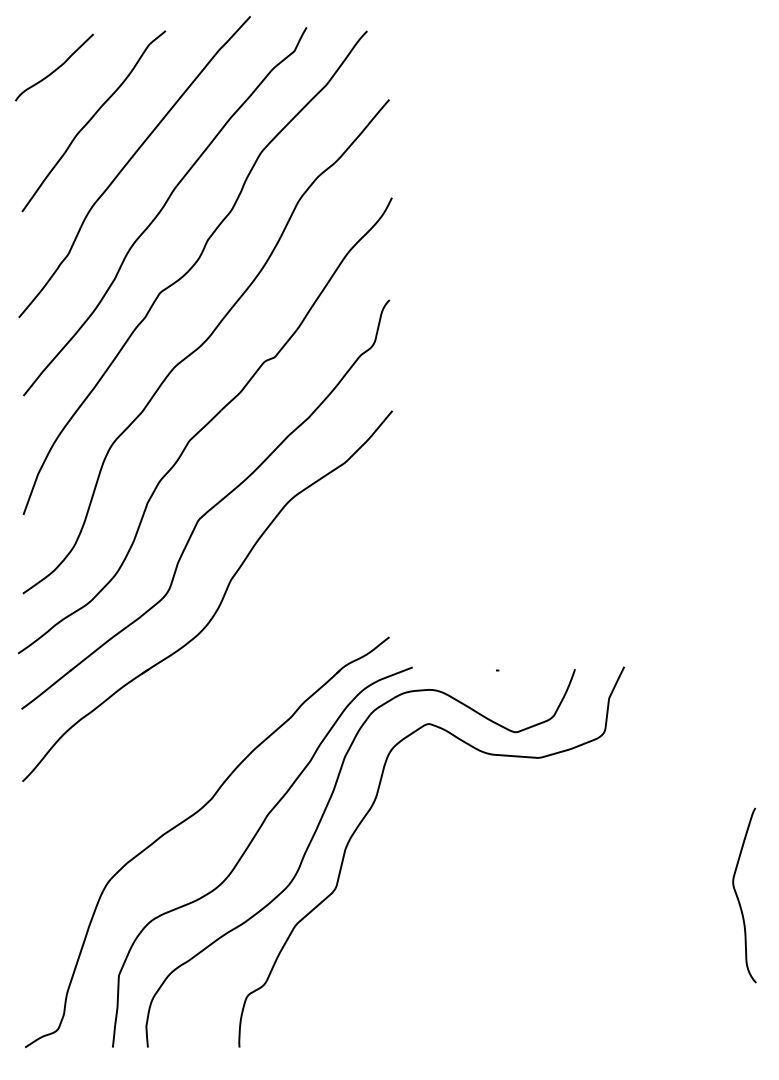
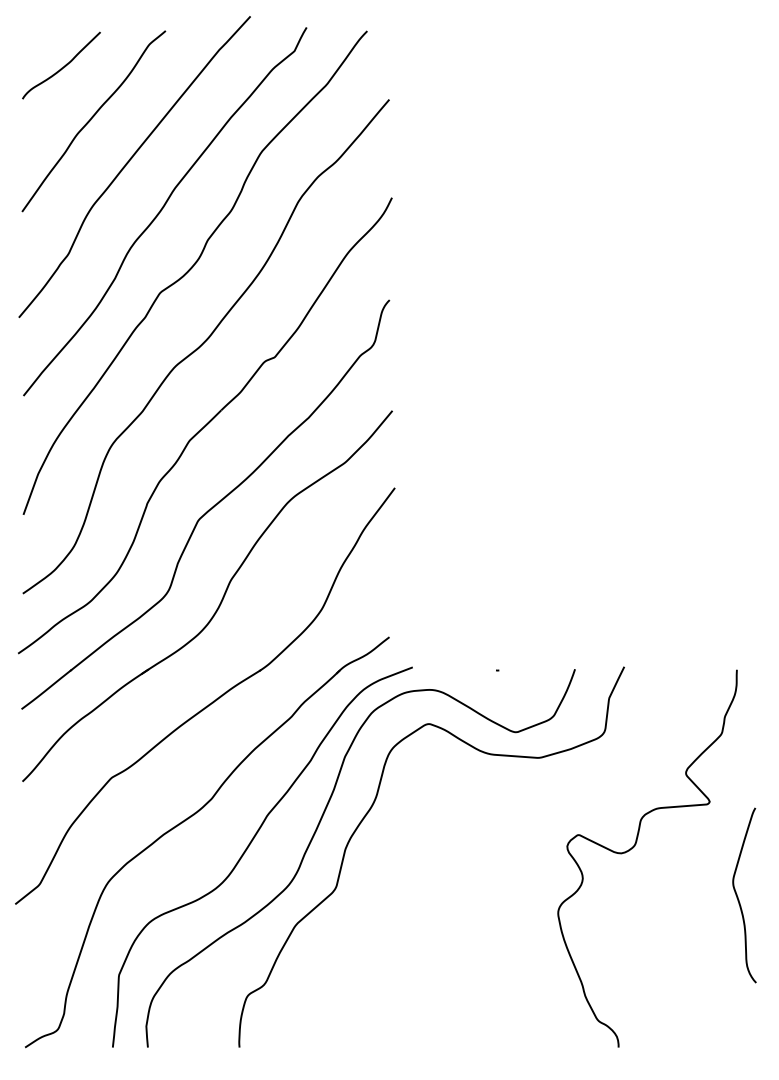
curve at (54, 69) position: (54, 69) -> (61, 67)
part at (209, 703): none -> present
curve at (635, 846): none -> present
